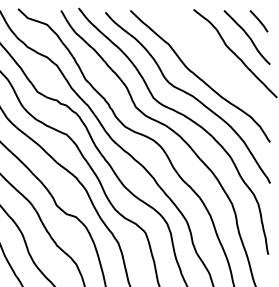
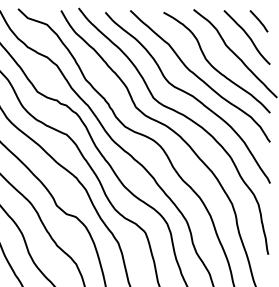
curve at (212, 65): none -> present
